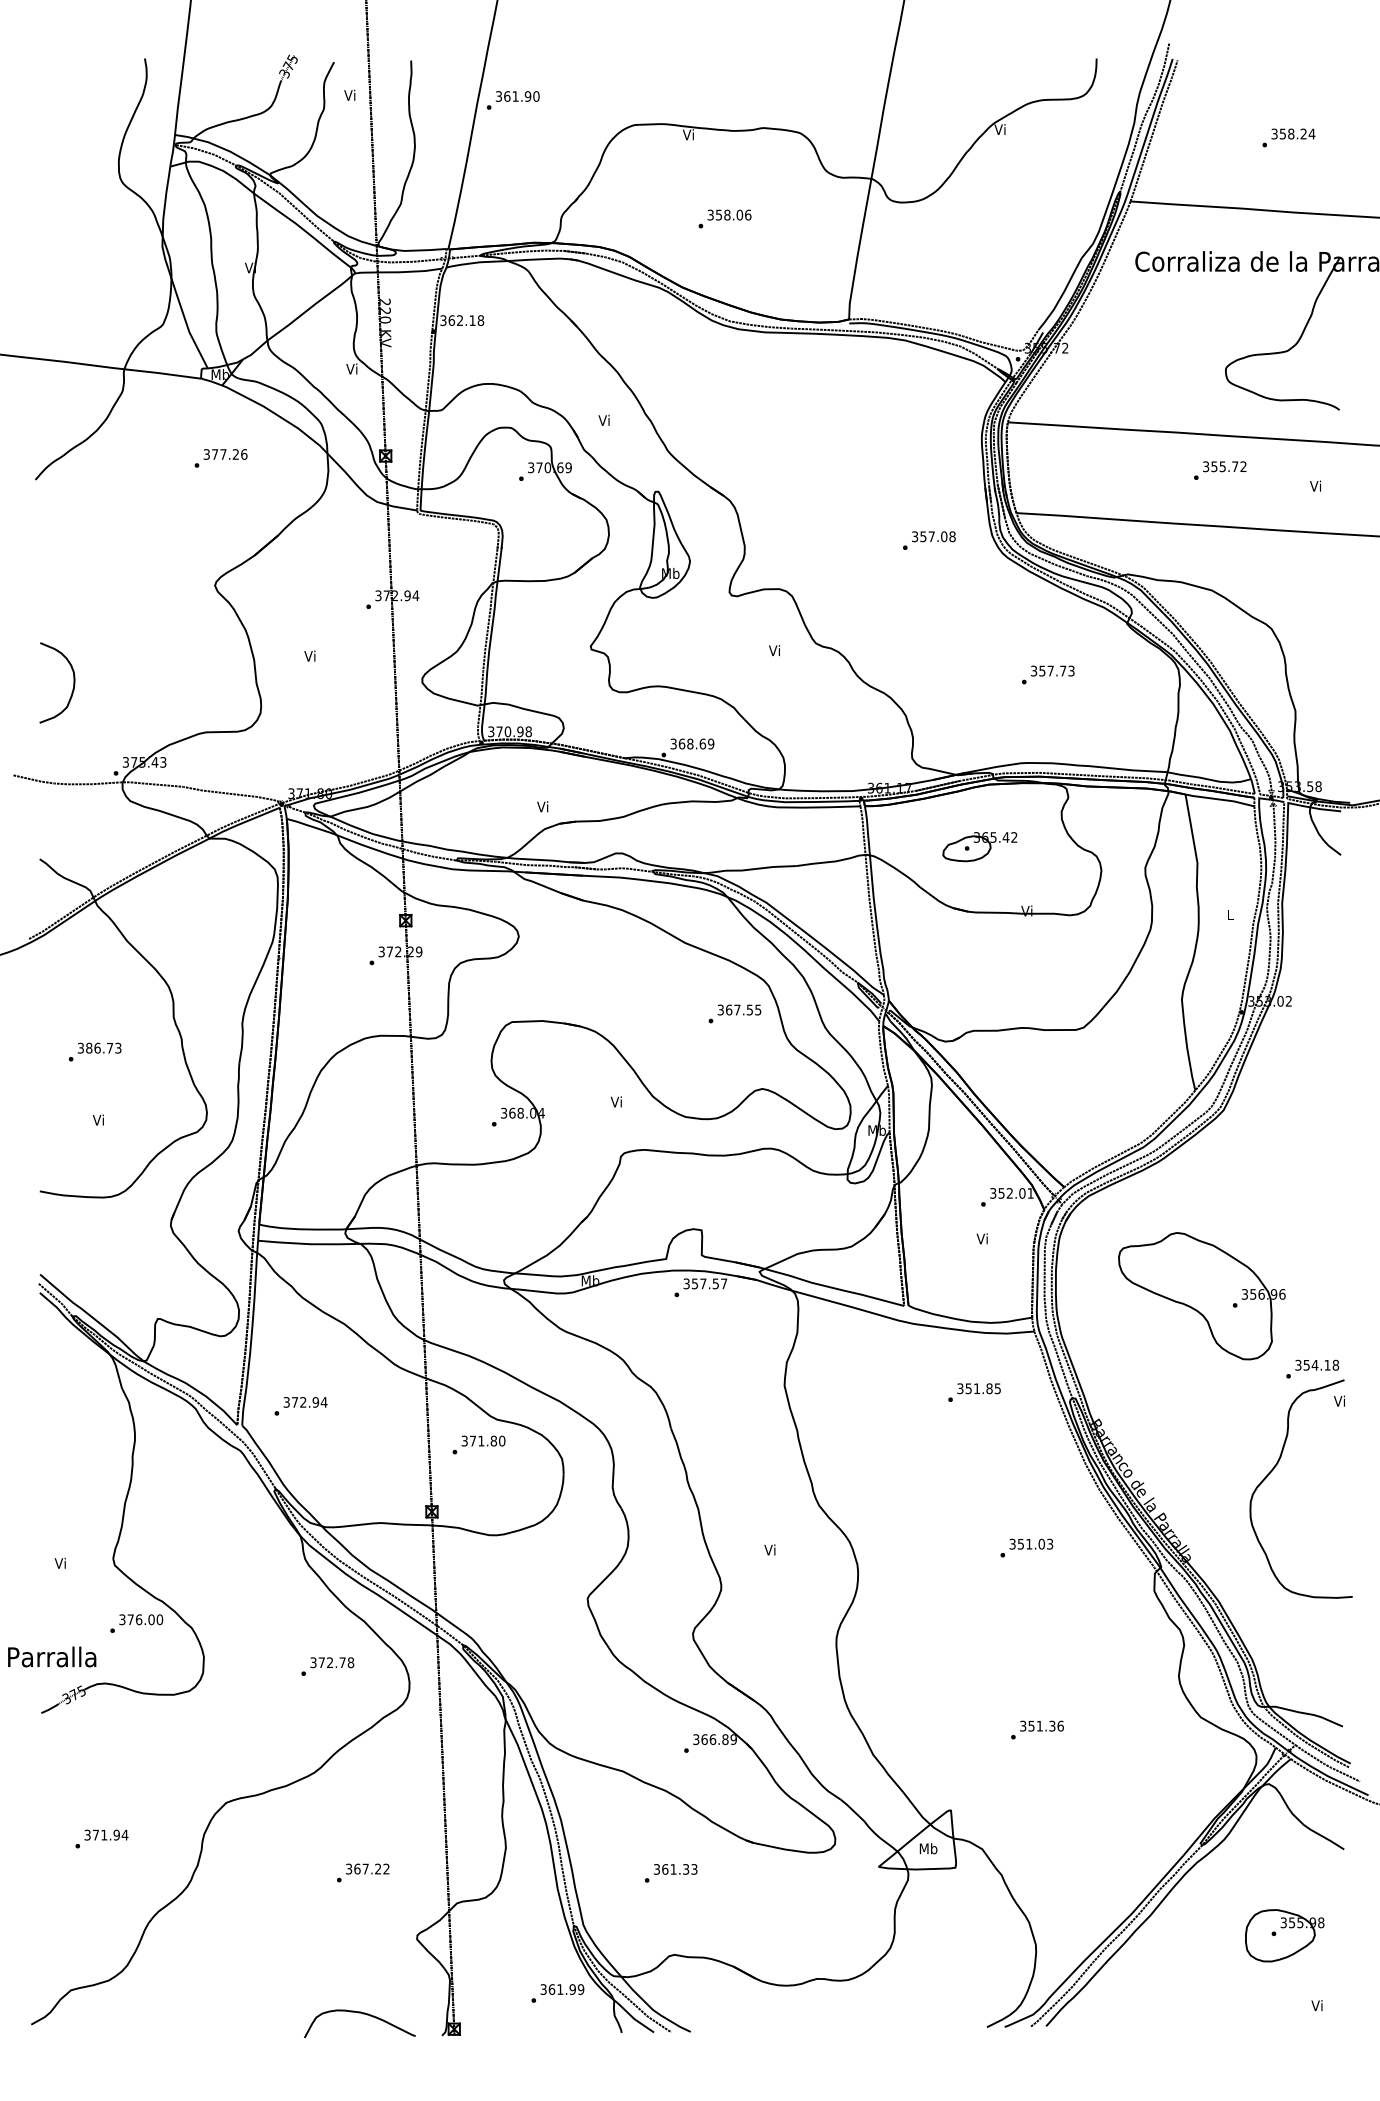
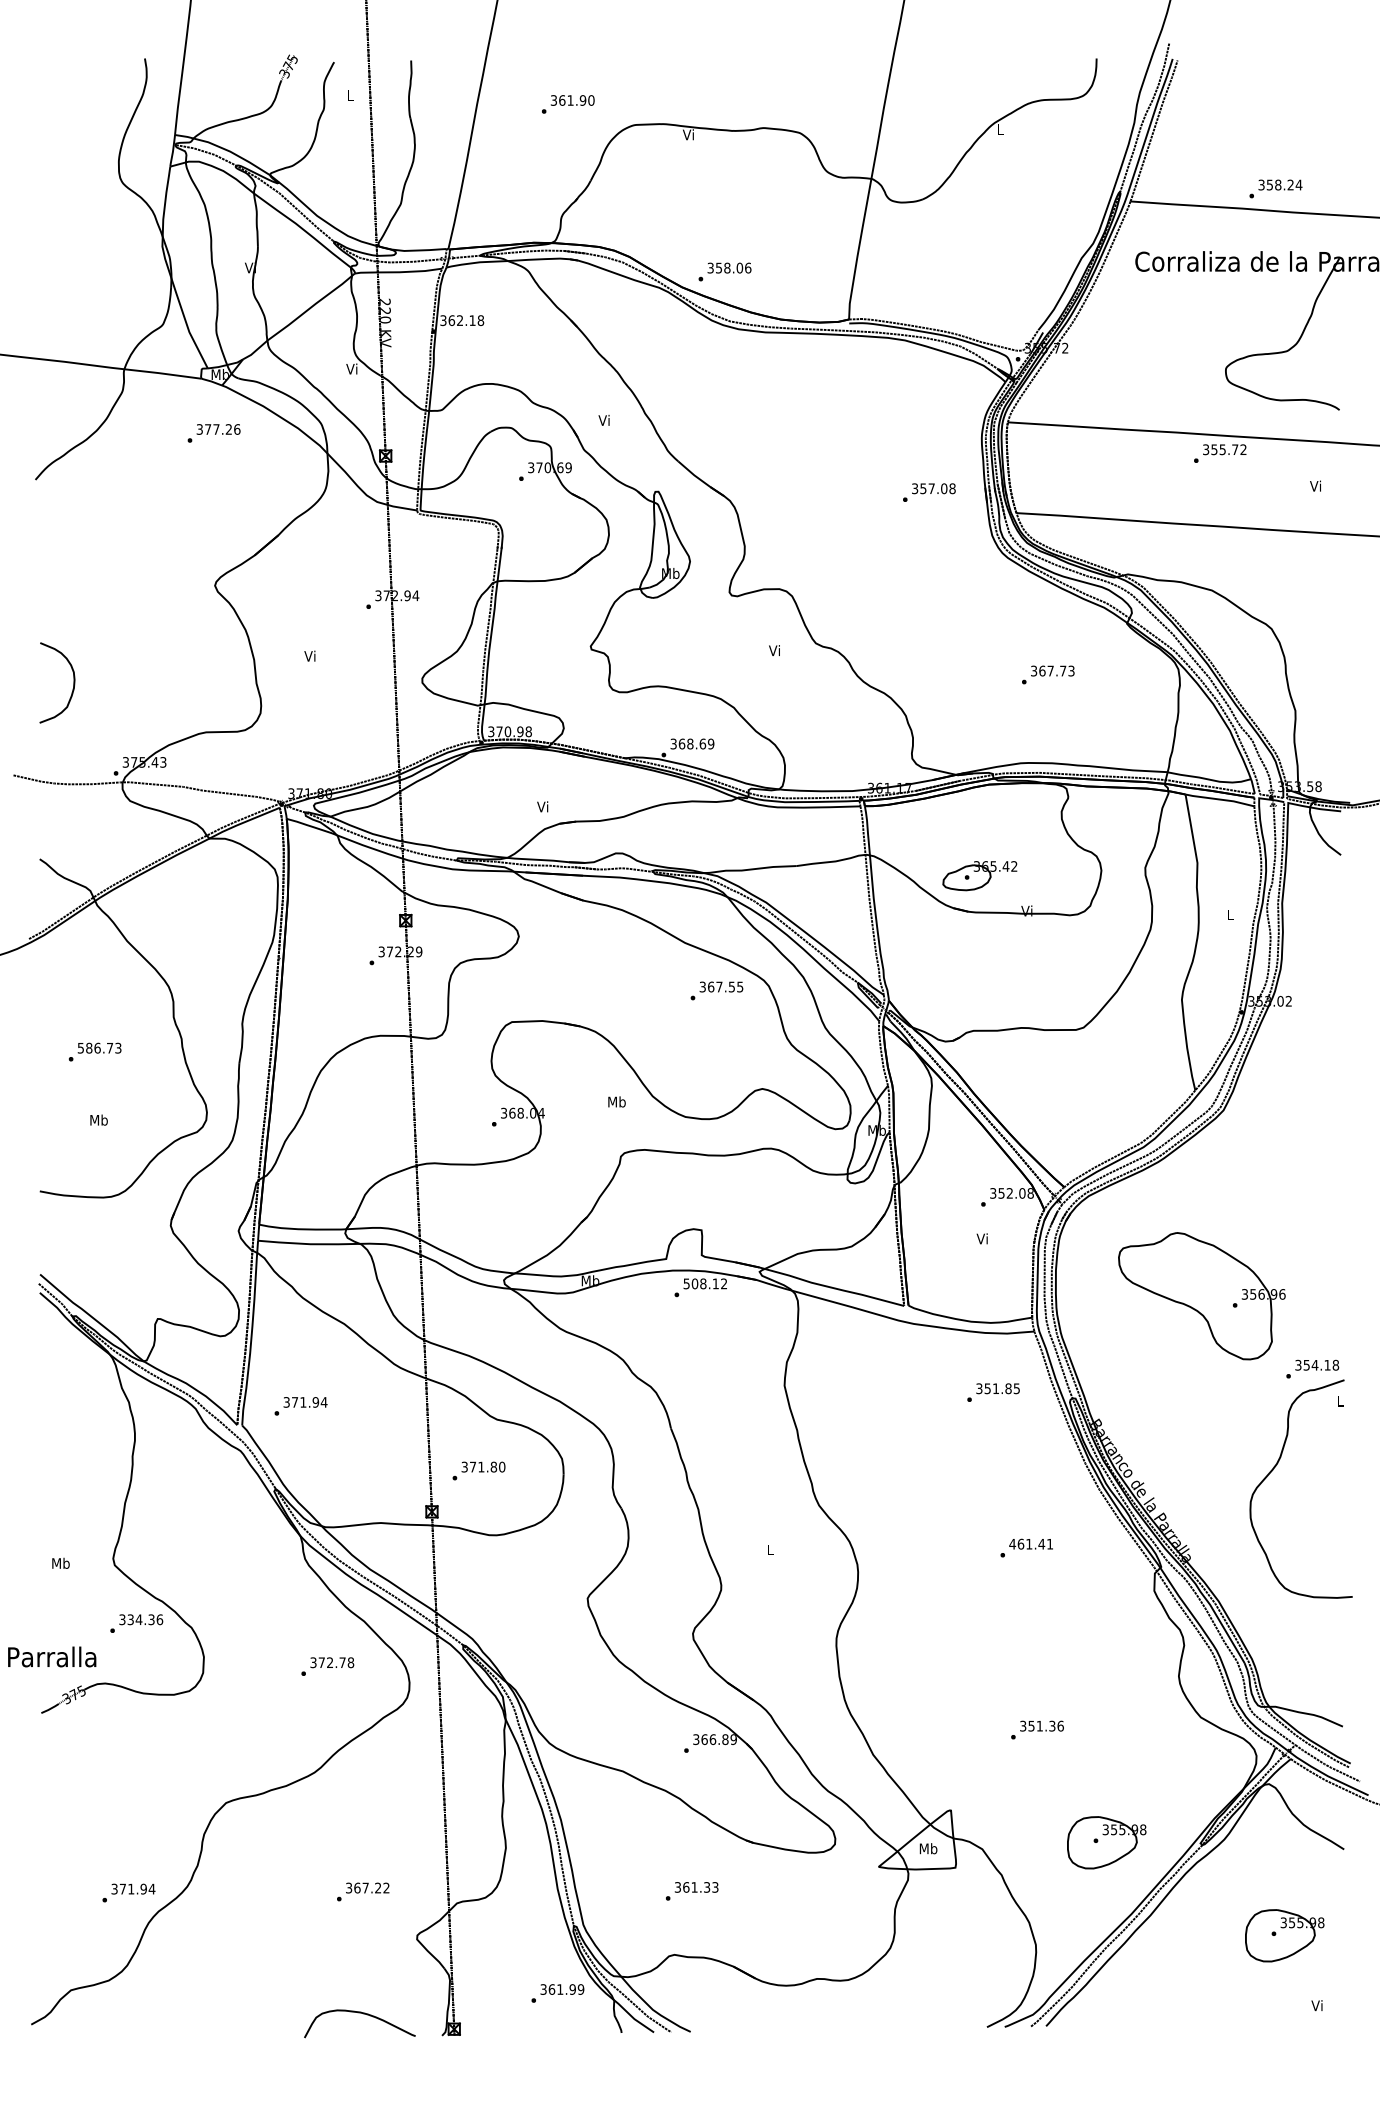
text at (349, 94): Vi -> L
text at (513, 100) position: (513, 100) -> (568, 104)
text at (999, 129): Vi -> L
text at (1288, 137) position: (1288, 137) -> (1275, 188)
text at (724, 218) position: (724, 218) -> (724, 271)
text at (220, 458) position: (220, 458) -> (213, 433)
text at (1220, 470) position: (1220, 470) -> (1220, 453)
text at (929, 540) position: (929, 540) -> (929, 492)
text at (1042, 670): 357.73 -> 367.73
part at (979, 847) position: (979, 847) -> (979, 876)
text at (734, 1013) position: (734, 1013) -> (716, 990)
text at (80, 1047): 386.73 -> 586.73
text at (616, 1101): Vi -> Mb
text at (98, 1119): Vi -> Mb
text at (1030, 1193): 352.01 -> 352.08
text at (705, 1283): 357.57 -> 508.12
text at (974, 1392) position: (974, 1392) -> (993, 1392)
text at (1339, 1400): Vi -> L
text at (303, 1402): 372.94 -> 371.94
text at (478, 1444) position: (478, 1444) -> (478, 1470)
text at (1031, 1543): 351.03 -> 461.41
text at (769, 1549): Vi -> L
text at (60, 1562): Vi -> Mb
text at (145, 1619): 376.00 -> 334.36
text at (101, 1838) position: (101, 1838) -> (128, 1892)
part at (1106, 1842): none -> present
text at (363, 1872) position: (363, 1872) -> (363, 1891)
text at (671, 1873) position: (671, 1873) -> (692, 1891)
